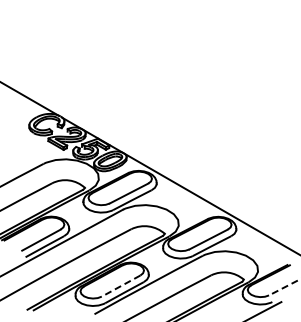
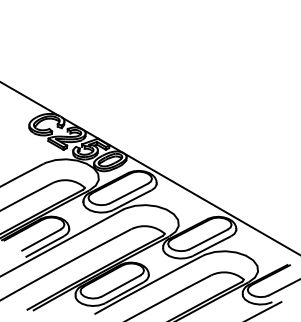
line at (121, 286): dashed -> solid
line at (284, 287): dashed -> solid
